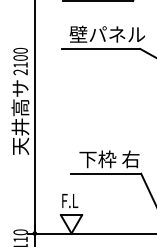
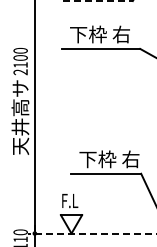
line at (97, 1): solid -> dashed
text at (107, 34): 壁パネル -> 下枠 右
line at (91, 233): solid -> dashed
